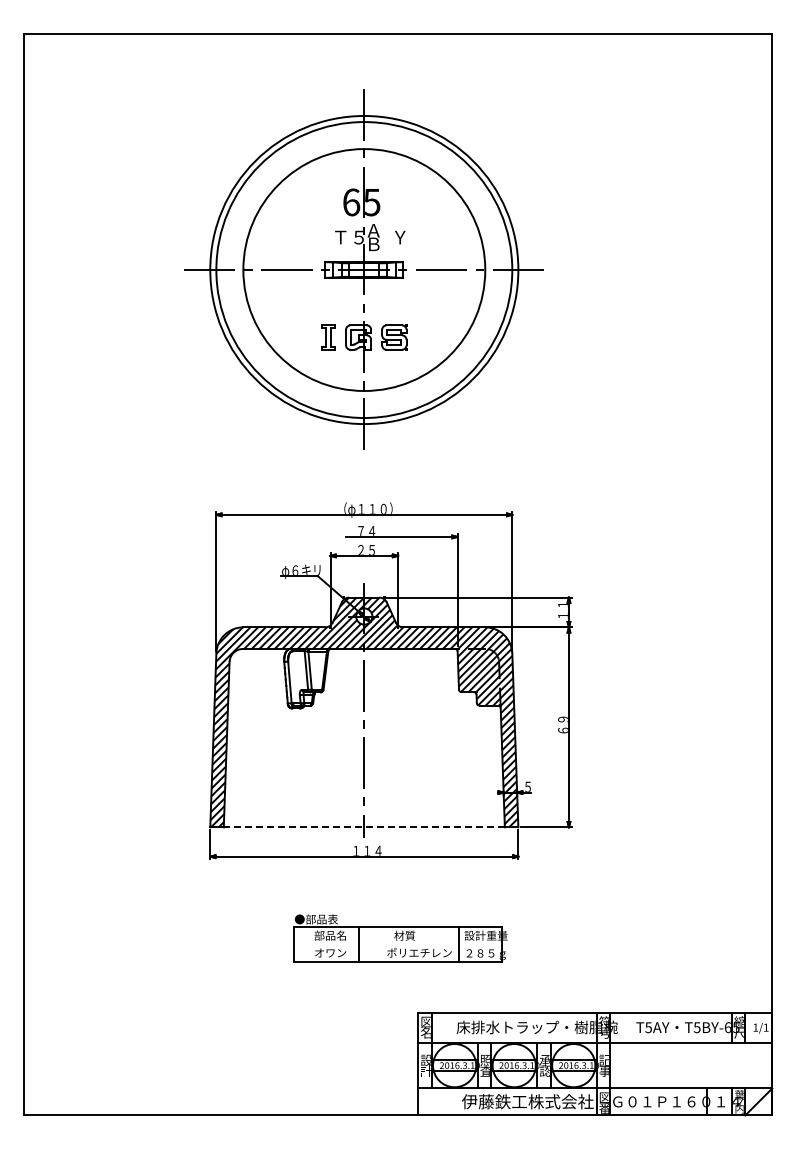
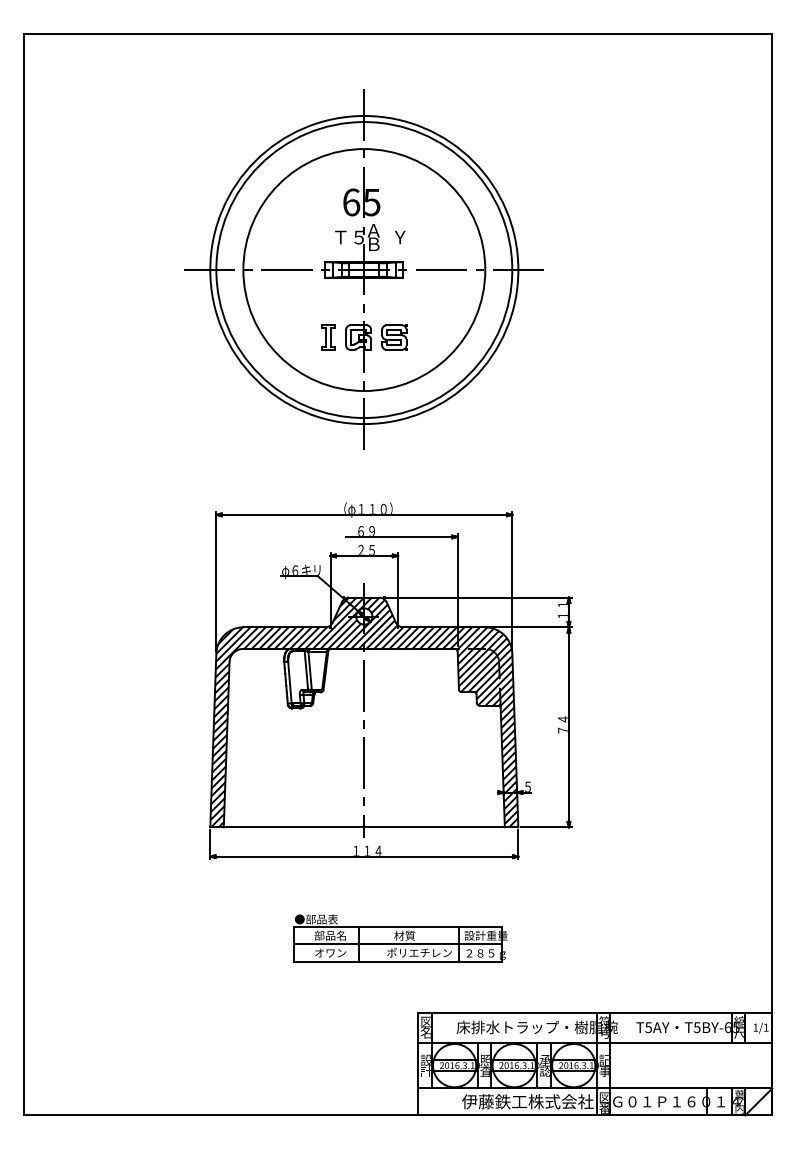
text at (366, 530): ７４ -> ６９
text at (562, 724): ６９ -> ７４
line at (364, 827): dashed -> solid
line at (397, 944): none -> present
